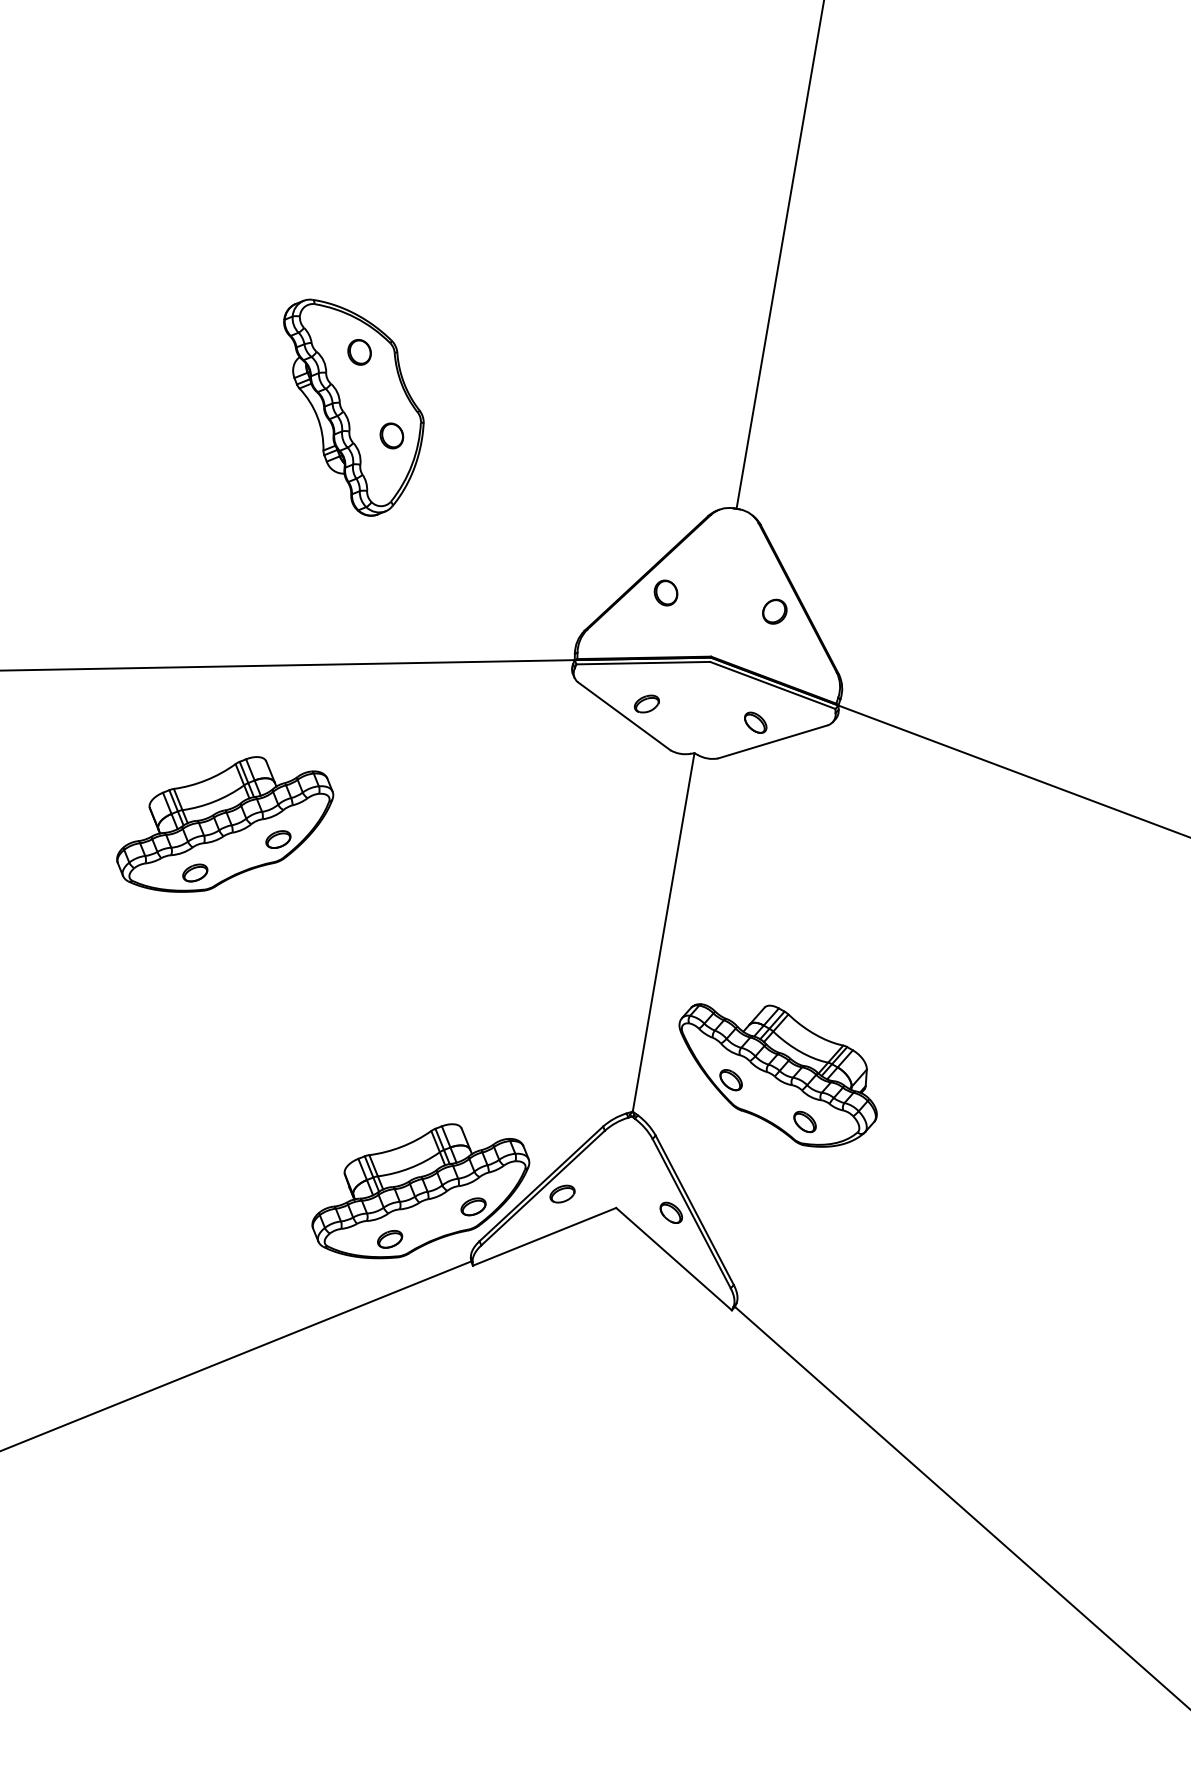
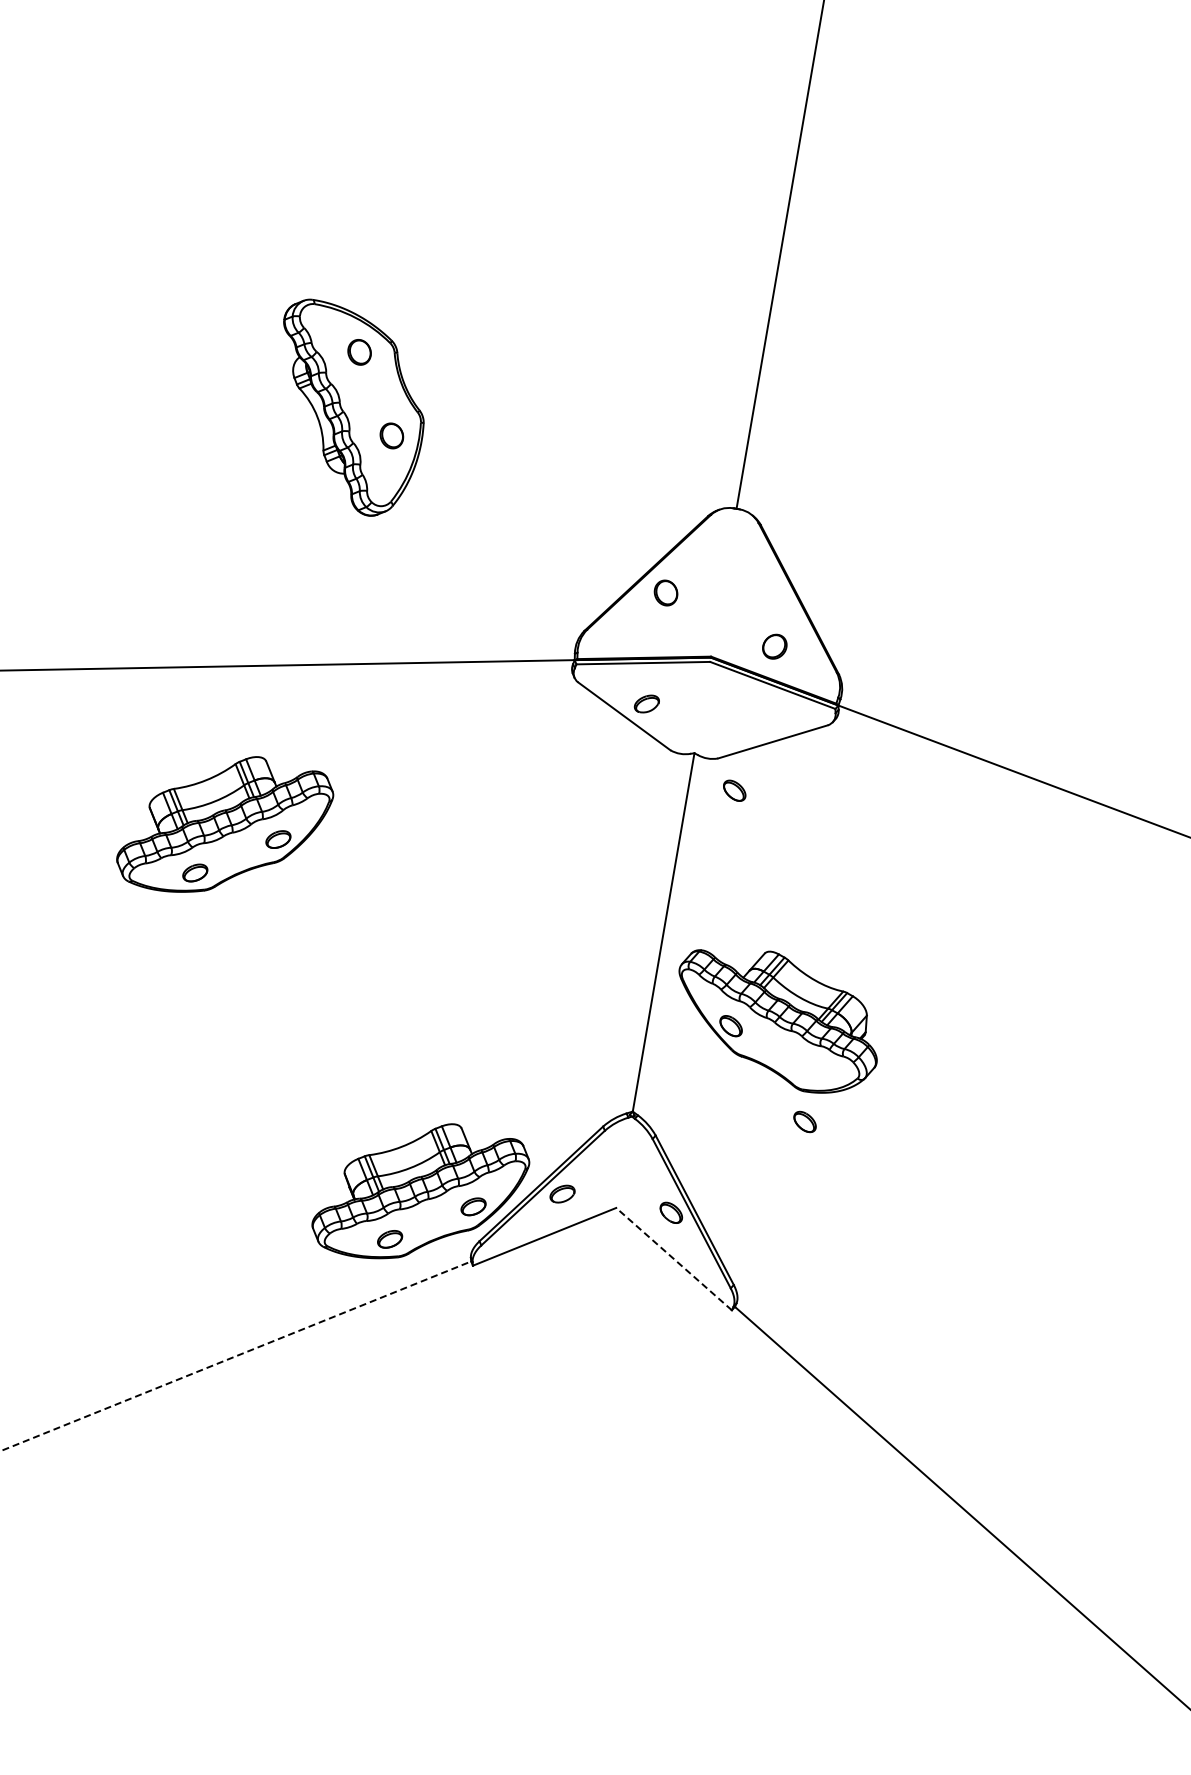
part at (774, 611) position: (774, 611) -> (774, 646)
part at (755, 722) position: (755, 722) -> (734, 790)
part at (777, 1075) position: (777, 1075) -> (777, 1021)
line at (673, 1258): solid -> dashed
line at (235, 1356): solid -> dashed
